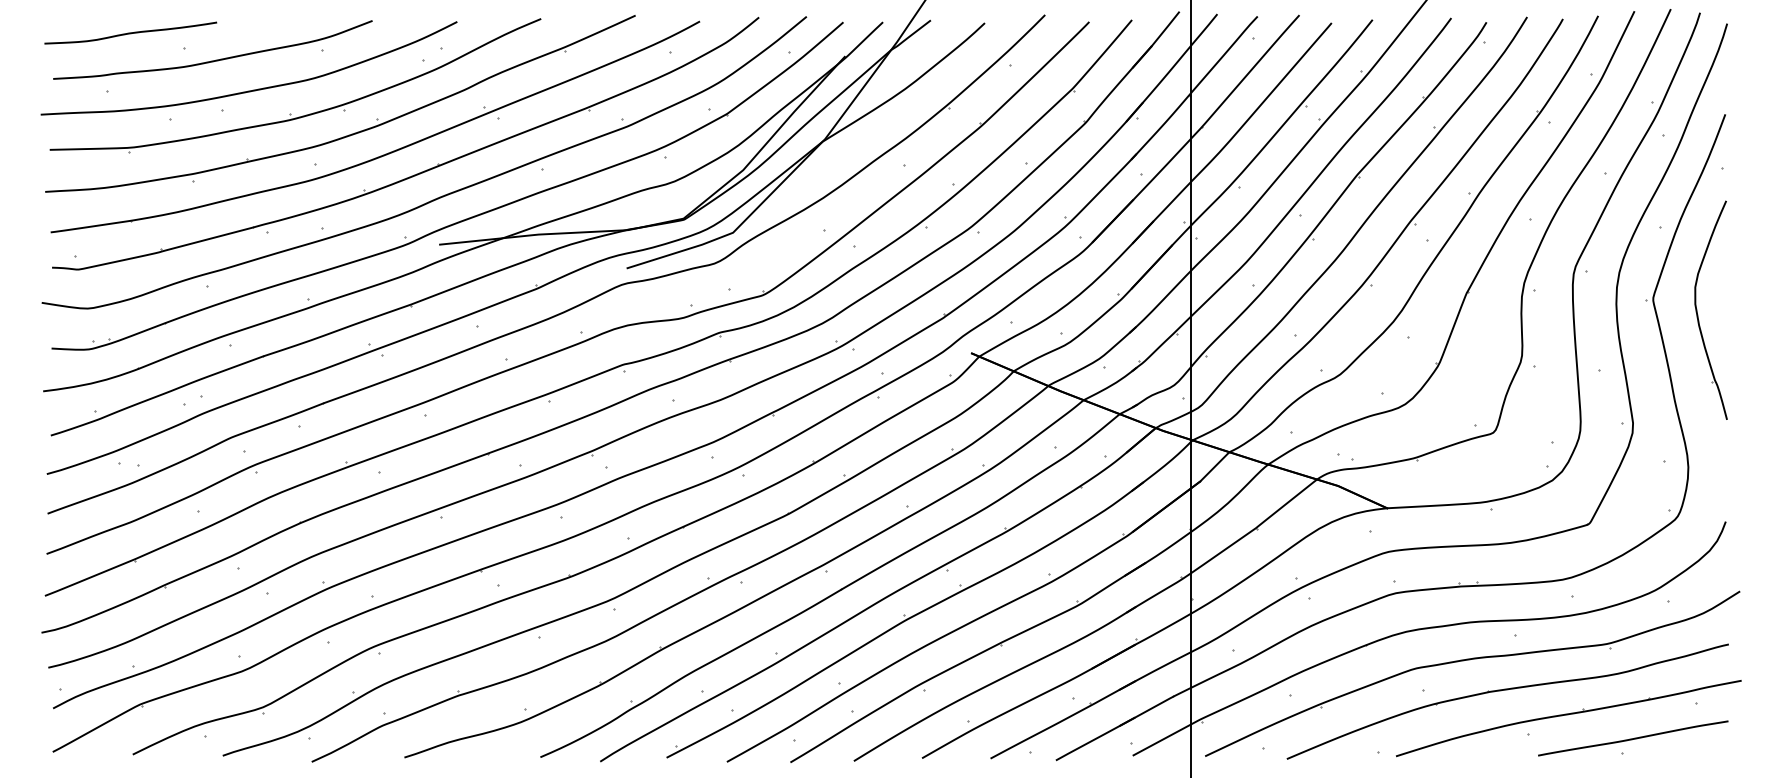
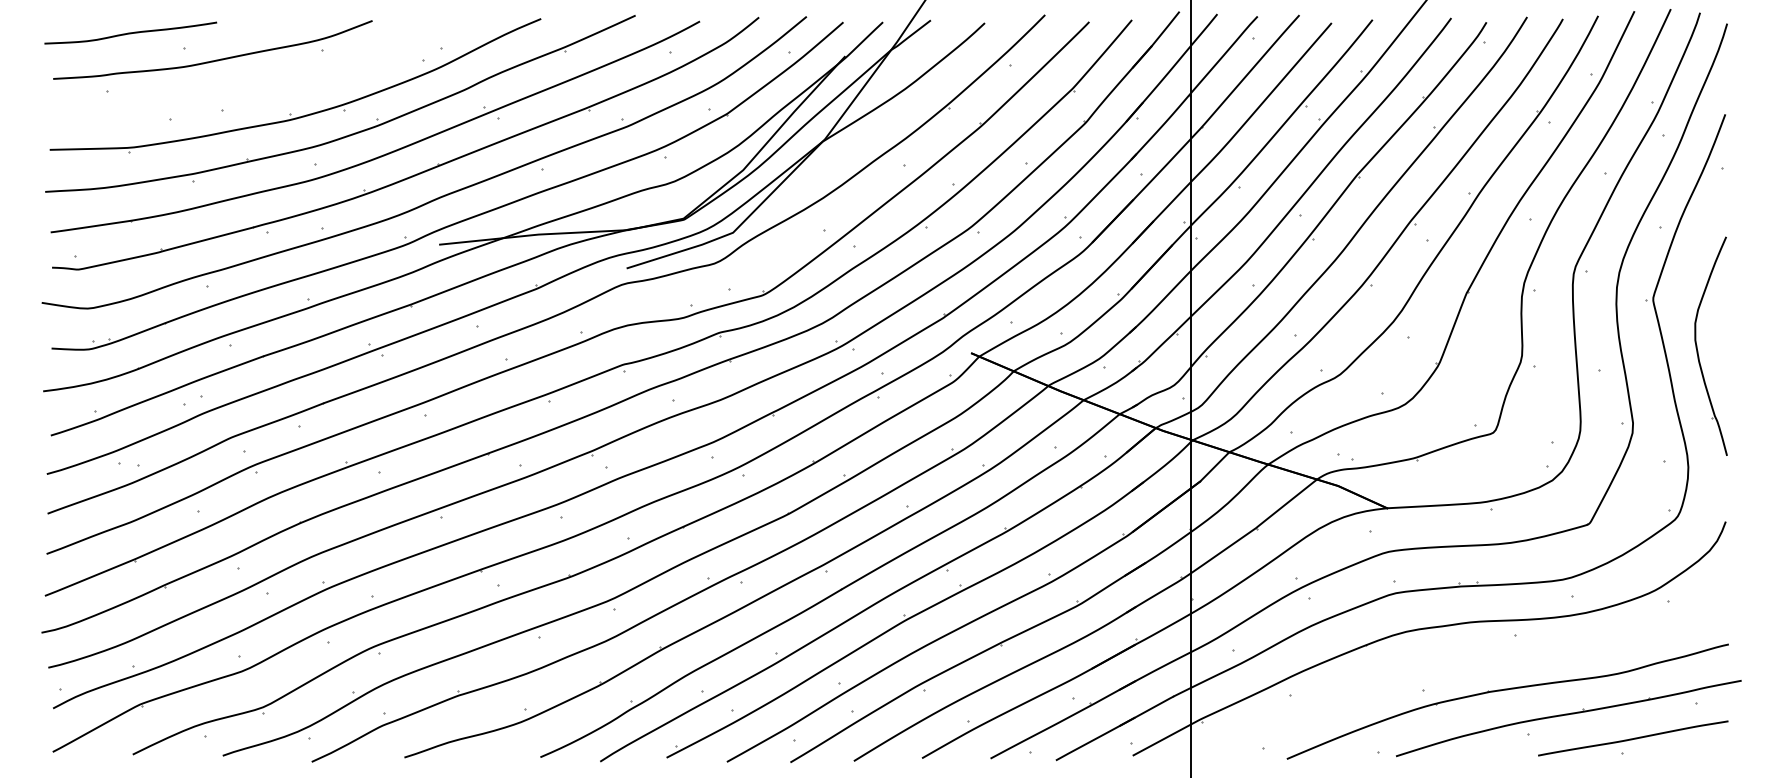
curve at (253, 89): present -> none
part at (1697, 309) position: (1697, 309) -> (1697, 345)
part at (1470, 660): present -> none
